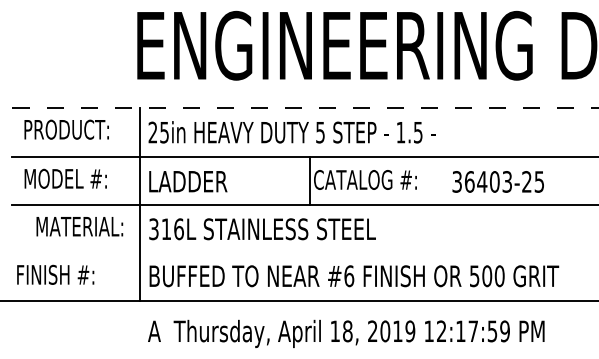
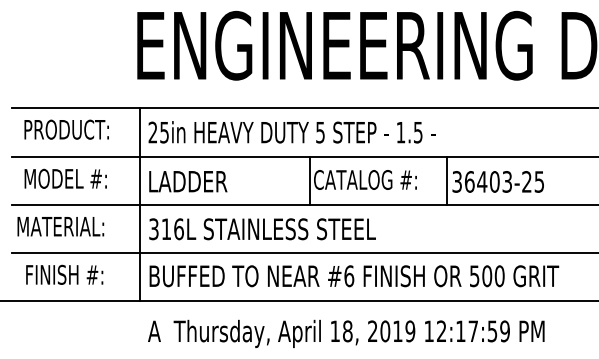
line at (305, 108): dashed -> solid
line at (446, 180): none -> present
text at (79, 226) position: (79, 226) -> (60, 226)
line at (303, 253): none -> present
text at (55, 274) position: (55, 274) -> (64, 274)
